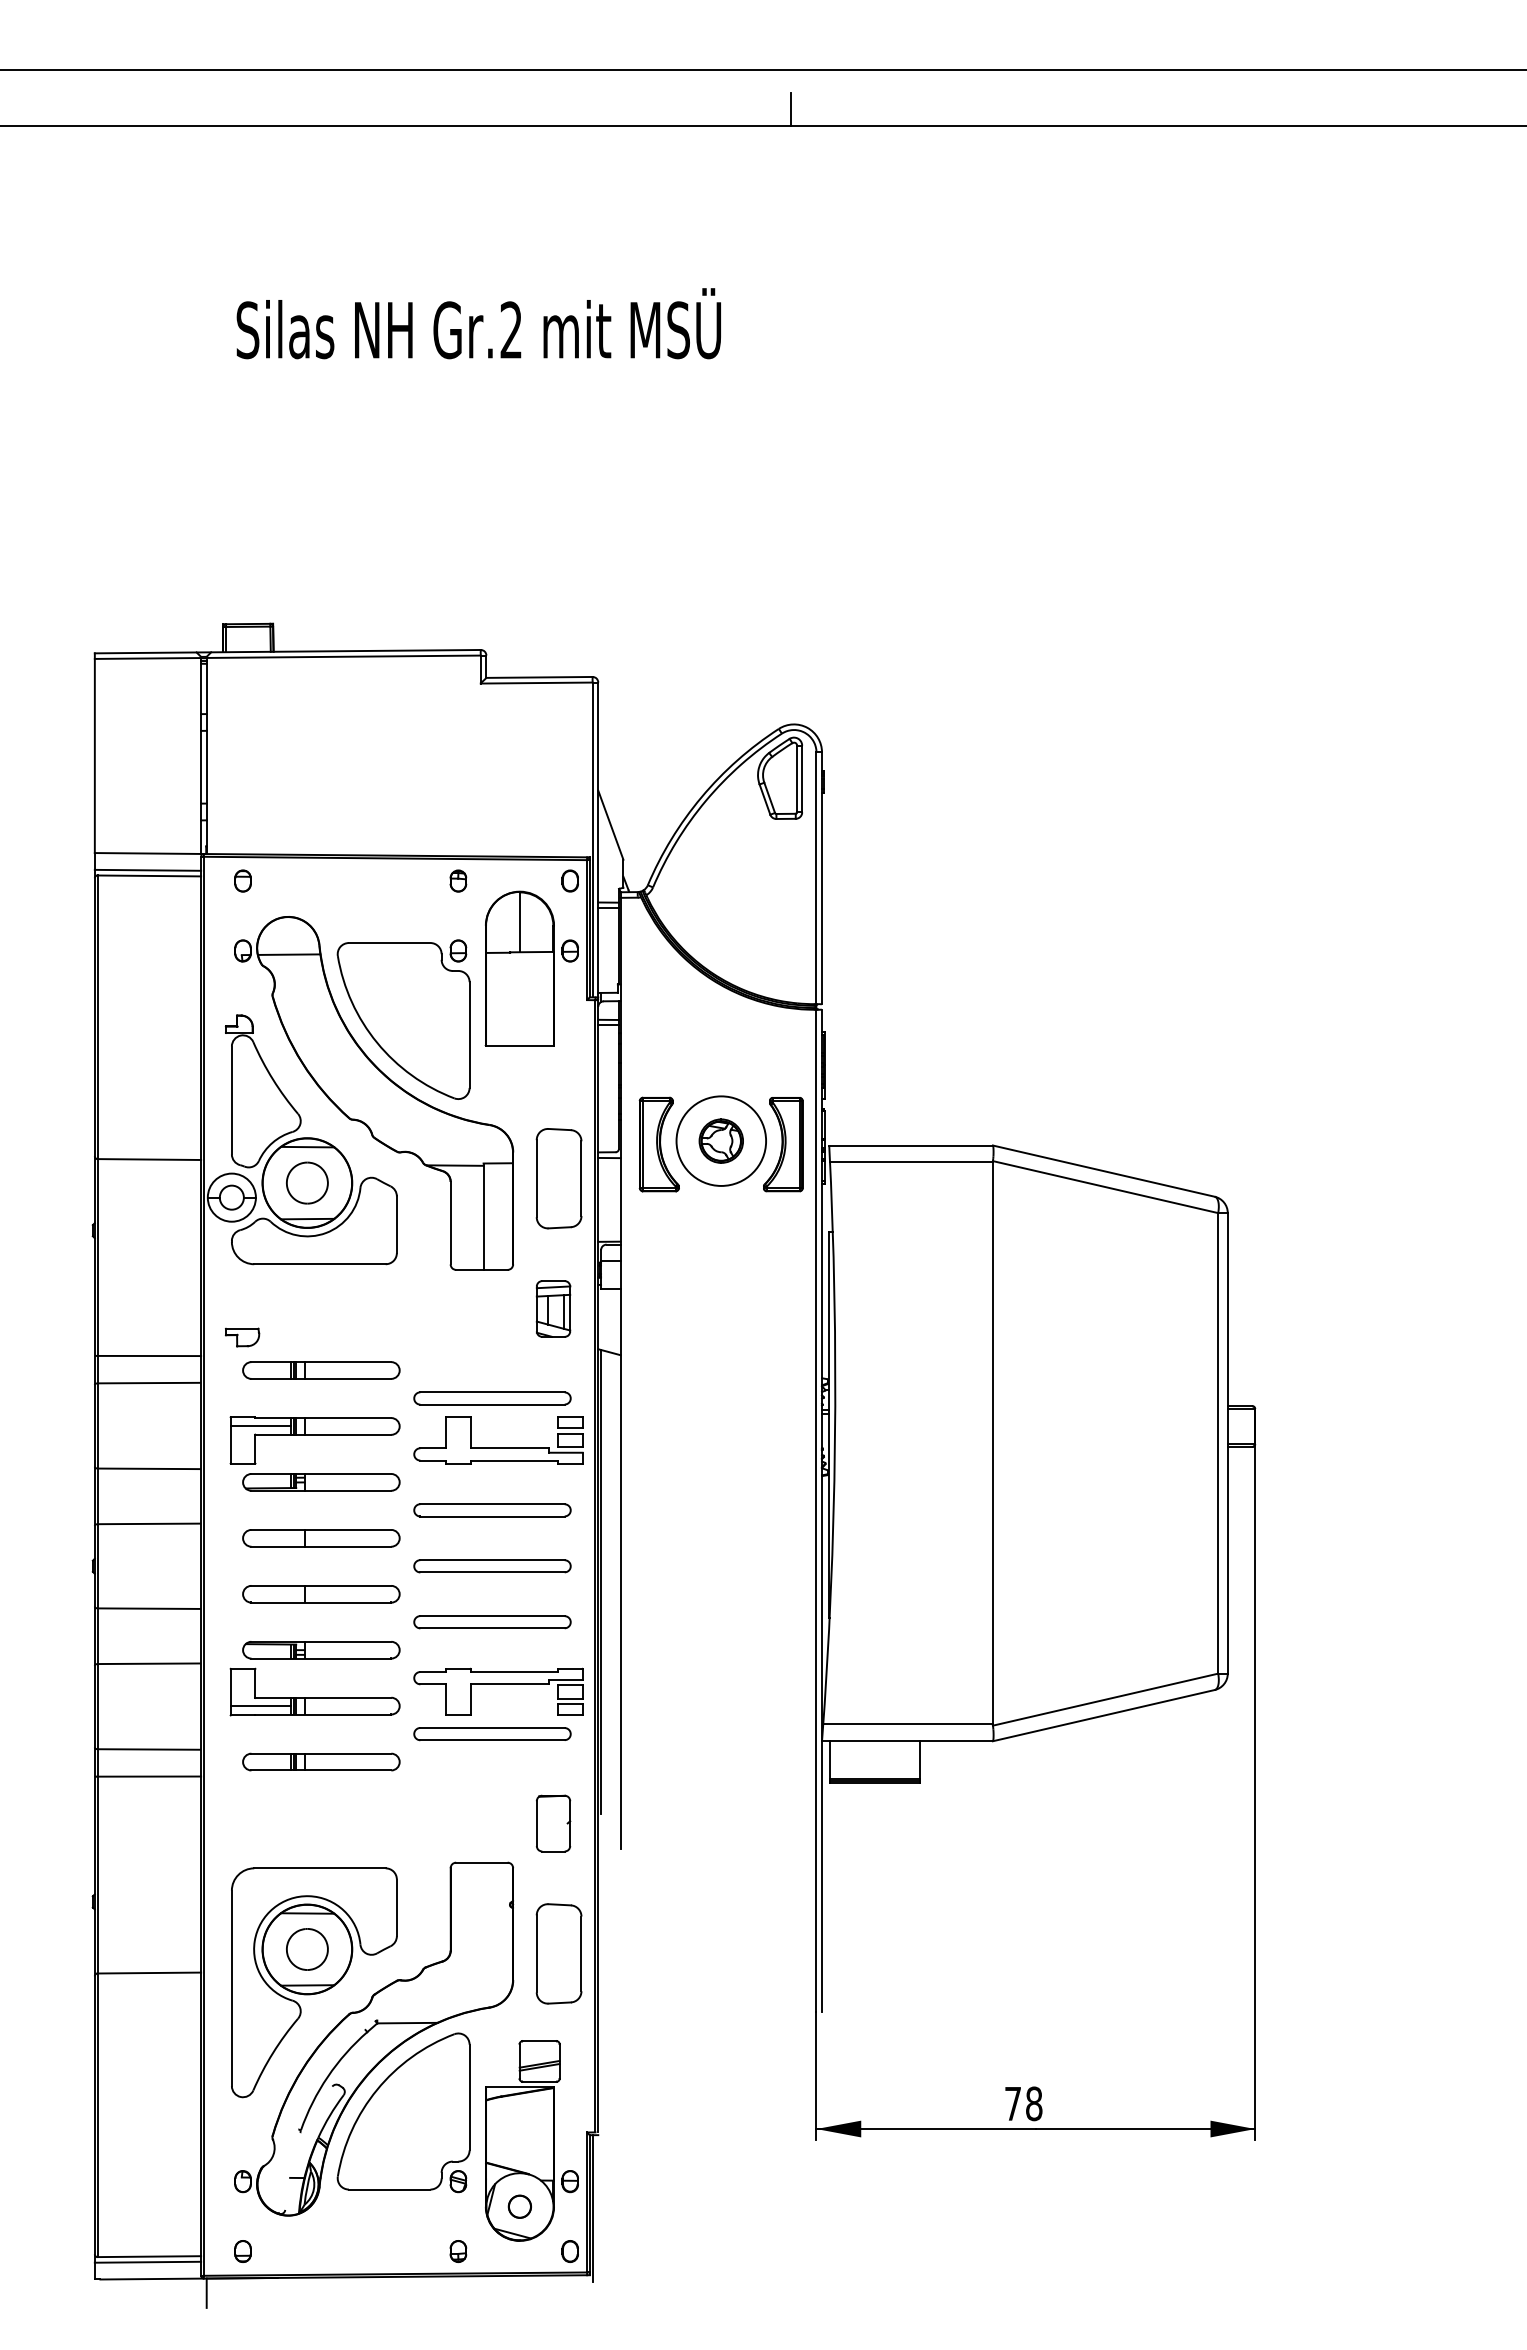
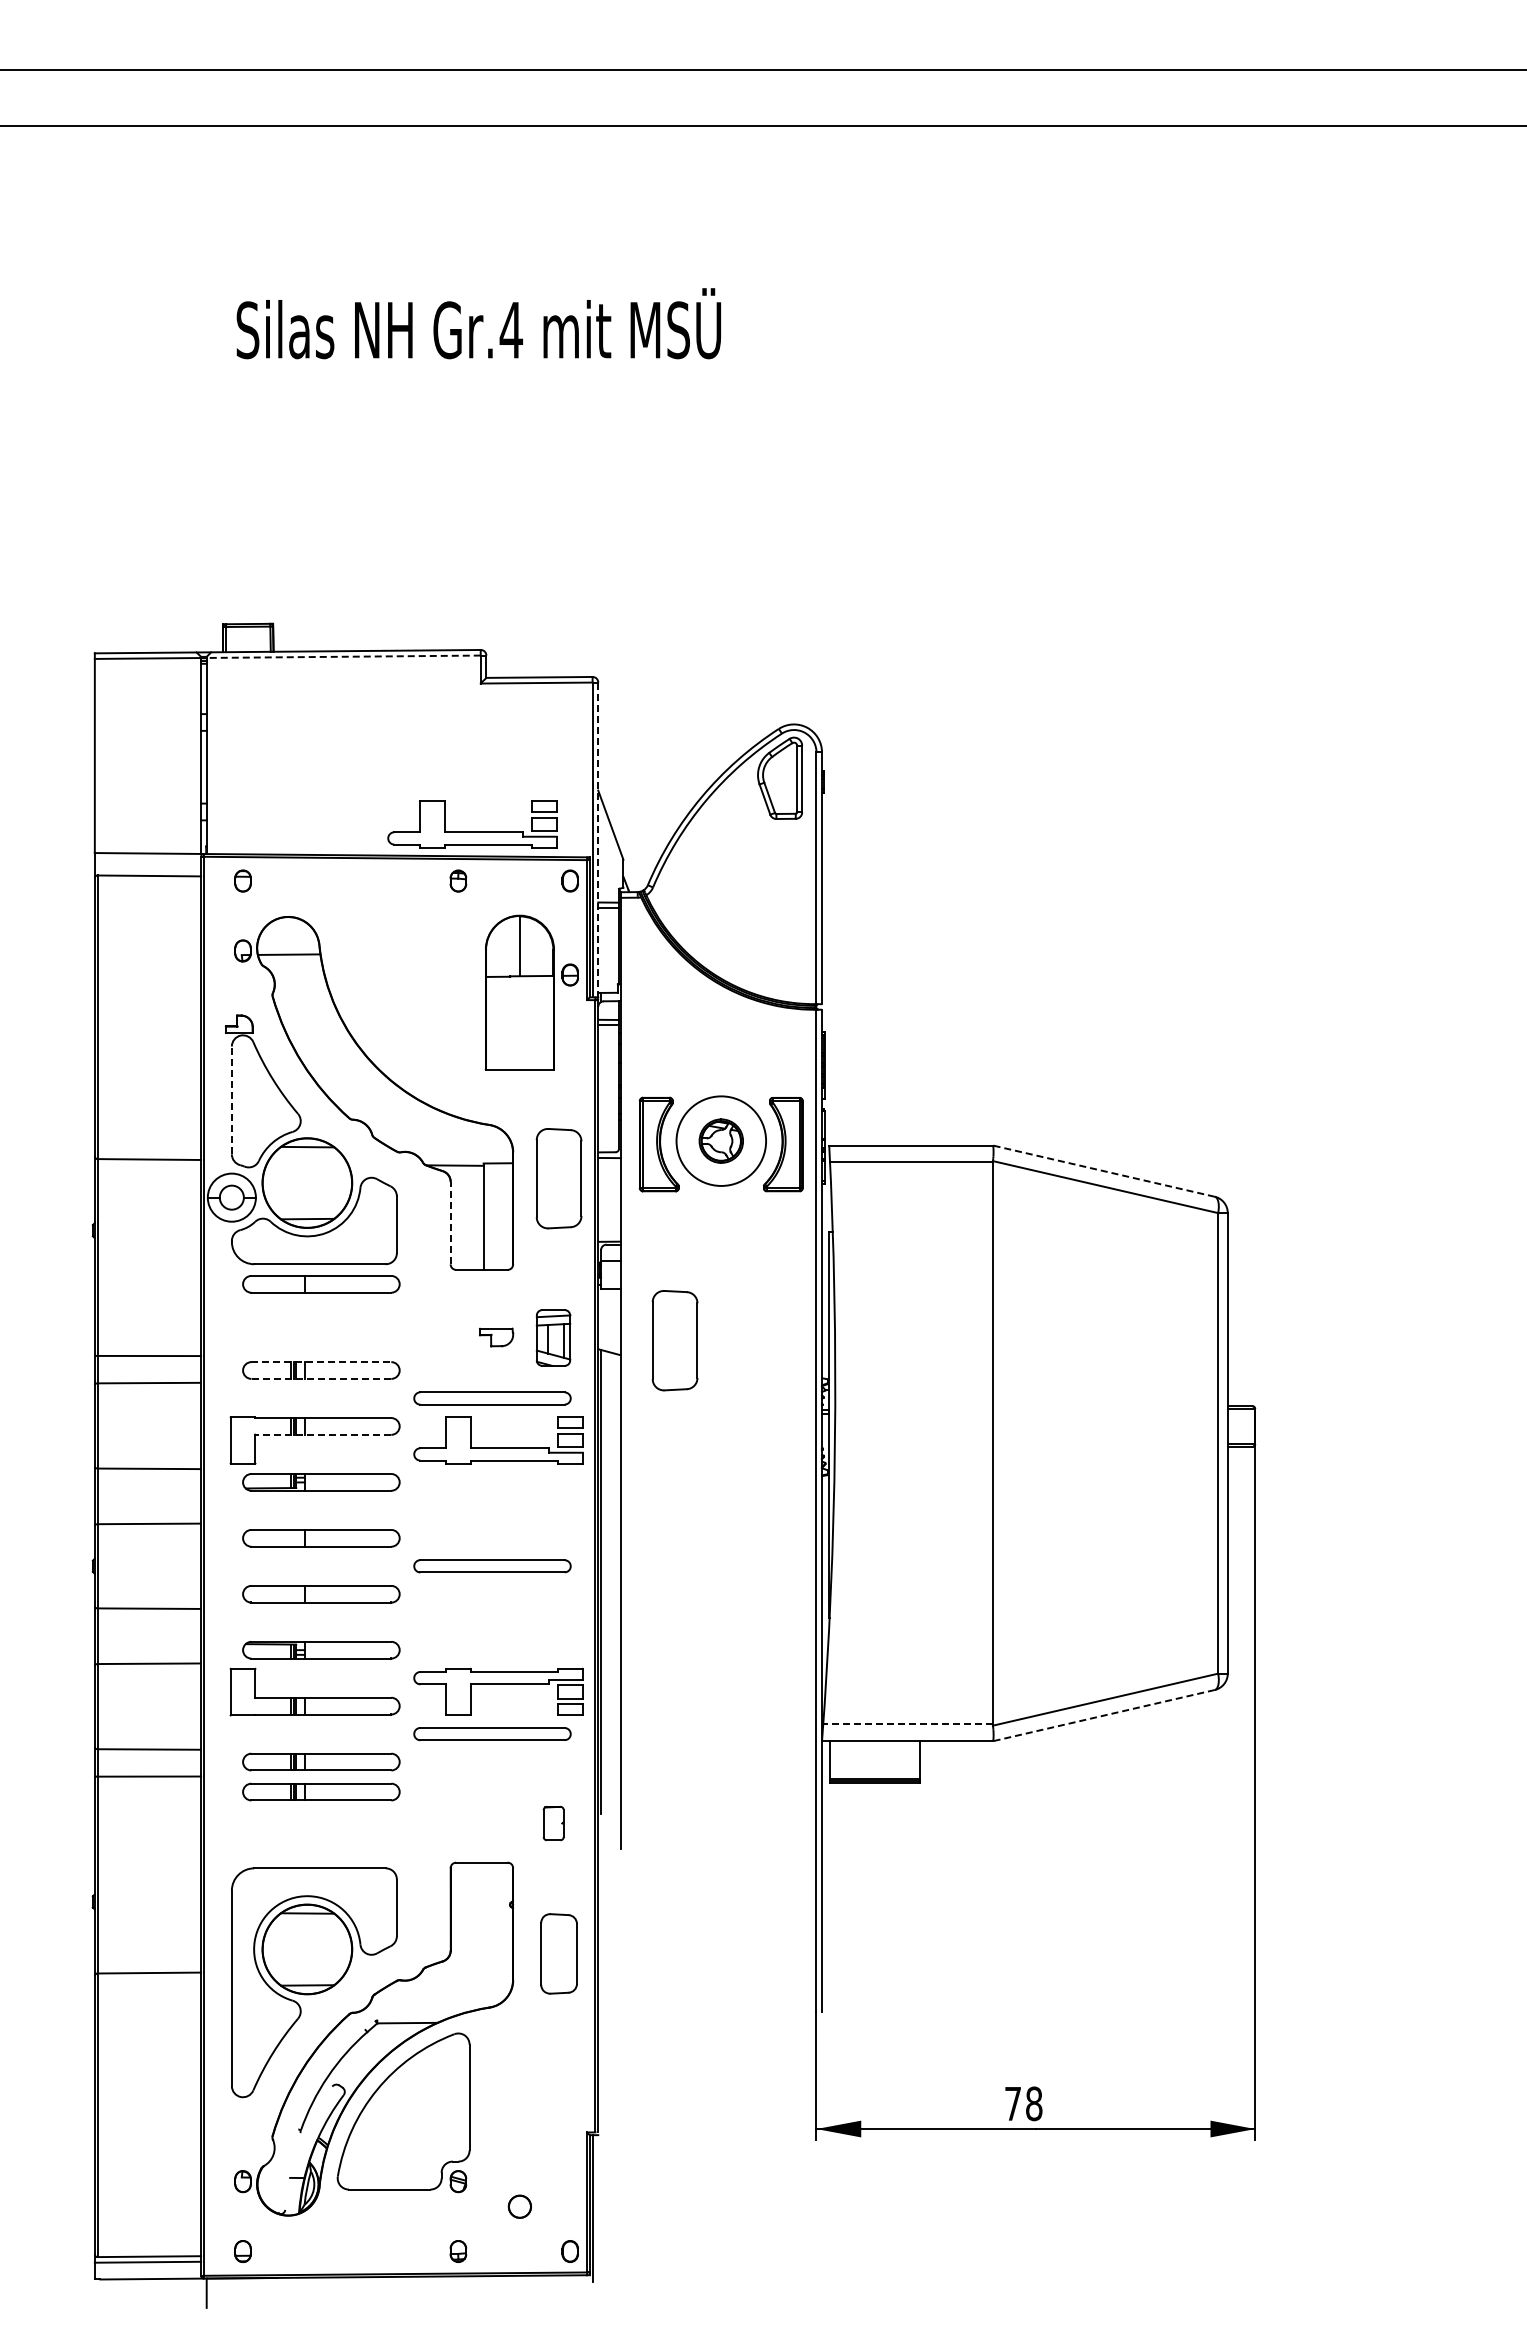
line at (790, 109): present -> none
text at (511, 329): Gr.2 -> Gr.4
line at (343, 656): solid -> dashed
part at (472, 831): none -> present
line at (598, 841): solid -> dashed
line at (147, 869): present -> none
part at (531, 968) position: (531, 968) -> (531, 992)
part at (403, 1019): present -> none
line at (231, 1100): solid -> dashed
line at (1103, 1171): solid -> dashed
part at (307, 1182): present -> none
line at (450, 1222): solid -> dashed
part at (321, 1284): none -> present
part at (553, 1308) position: (553, 1308) -> (553, 1337)
part at (242, 1337) position: (242, 1337) -> (496, 1337)
part at (674, 1340): none -> present
line at (321, 1362): solid -> dashed
line at (321, 1378): solid -> dashed
line at (260, 1426): present -> none
line at (323, 1434): solid -> dashed
part at (492, 1510): present -> none
part at (492, 1622): present -> none
line at (260, 1706): present -> none
line at (1103, 1715): solid -> dashed
line at (908, 1724): solid -> dashed
part at (321, 1791): none -> present
part at (553, 1823) size: 36x59 px -> 23x37 px
part at (307, 1949): present -> none
part at (558, 1953) size: 48x102 px -> 38x82 px
part at (531, 2140): present -> none
